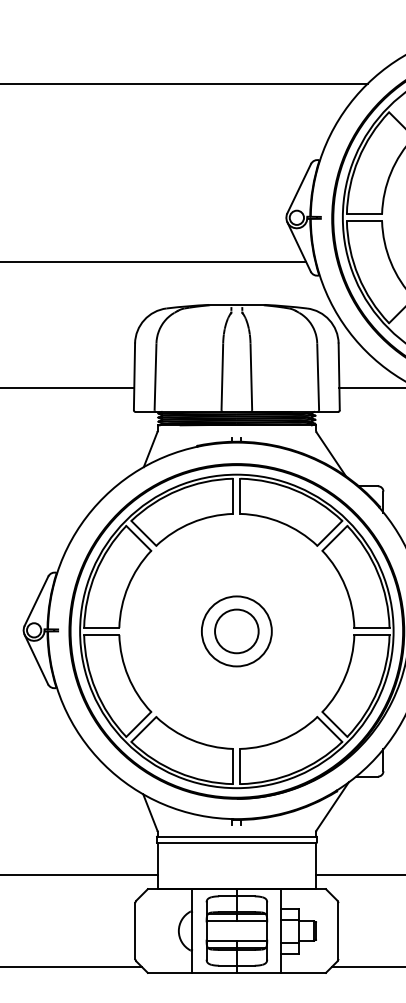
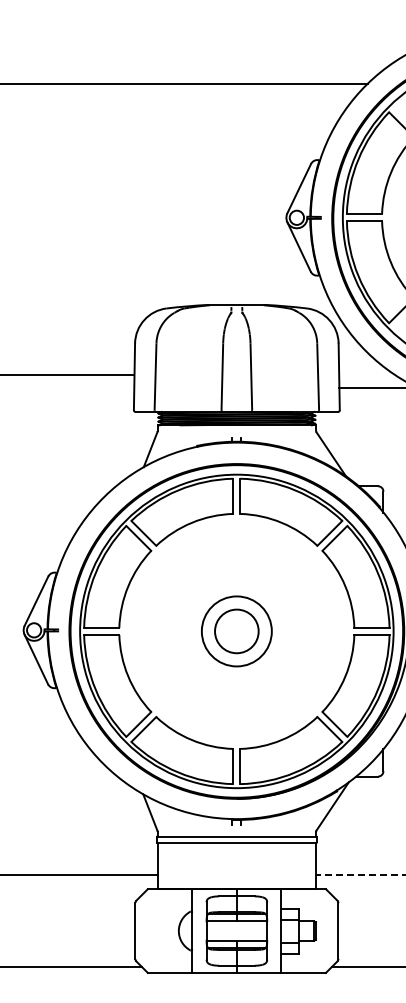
line at (154, 261): present -> none
line at (68, 388) position: (68, 388) -> (68, 375)
line at (360, 874): solid -> dashed
